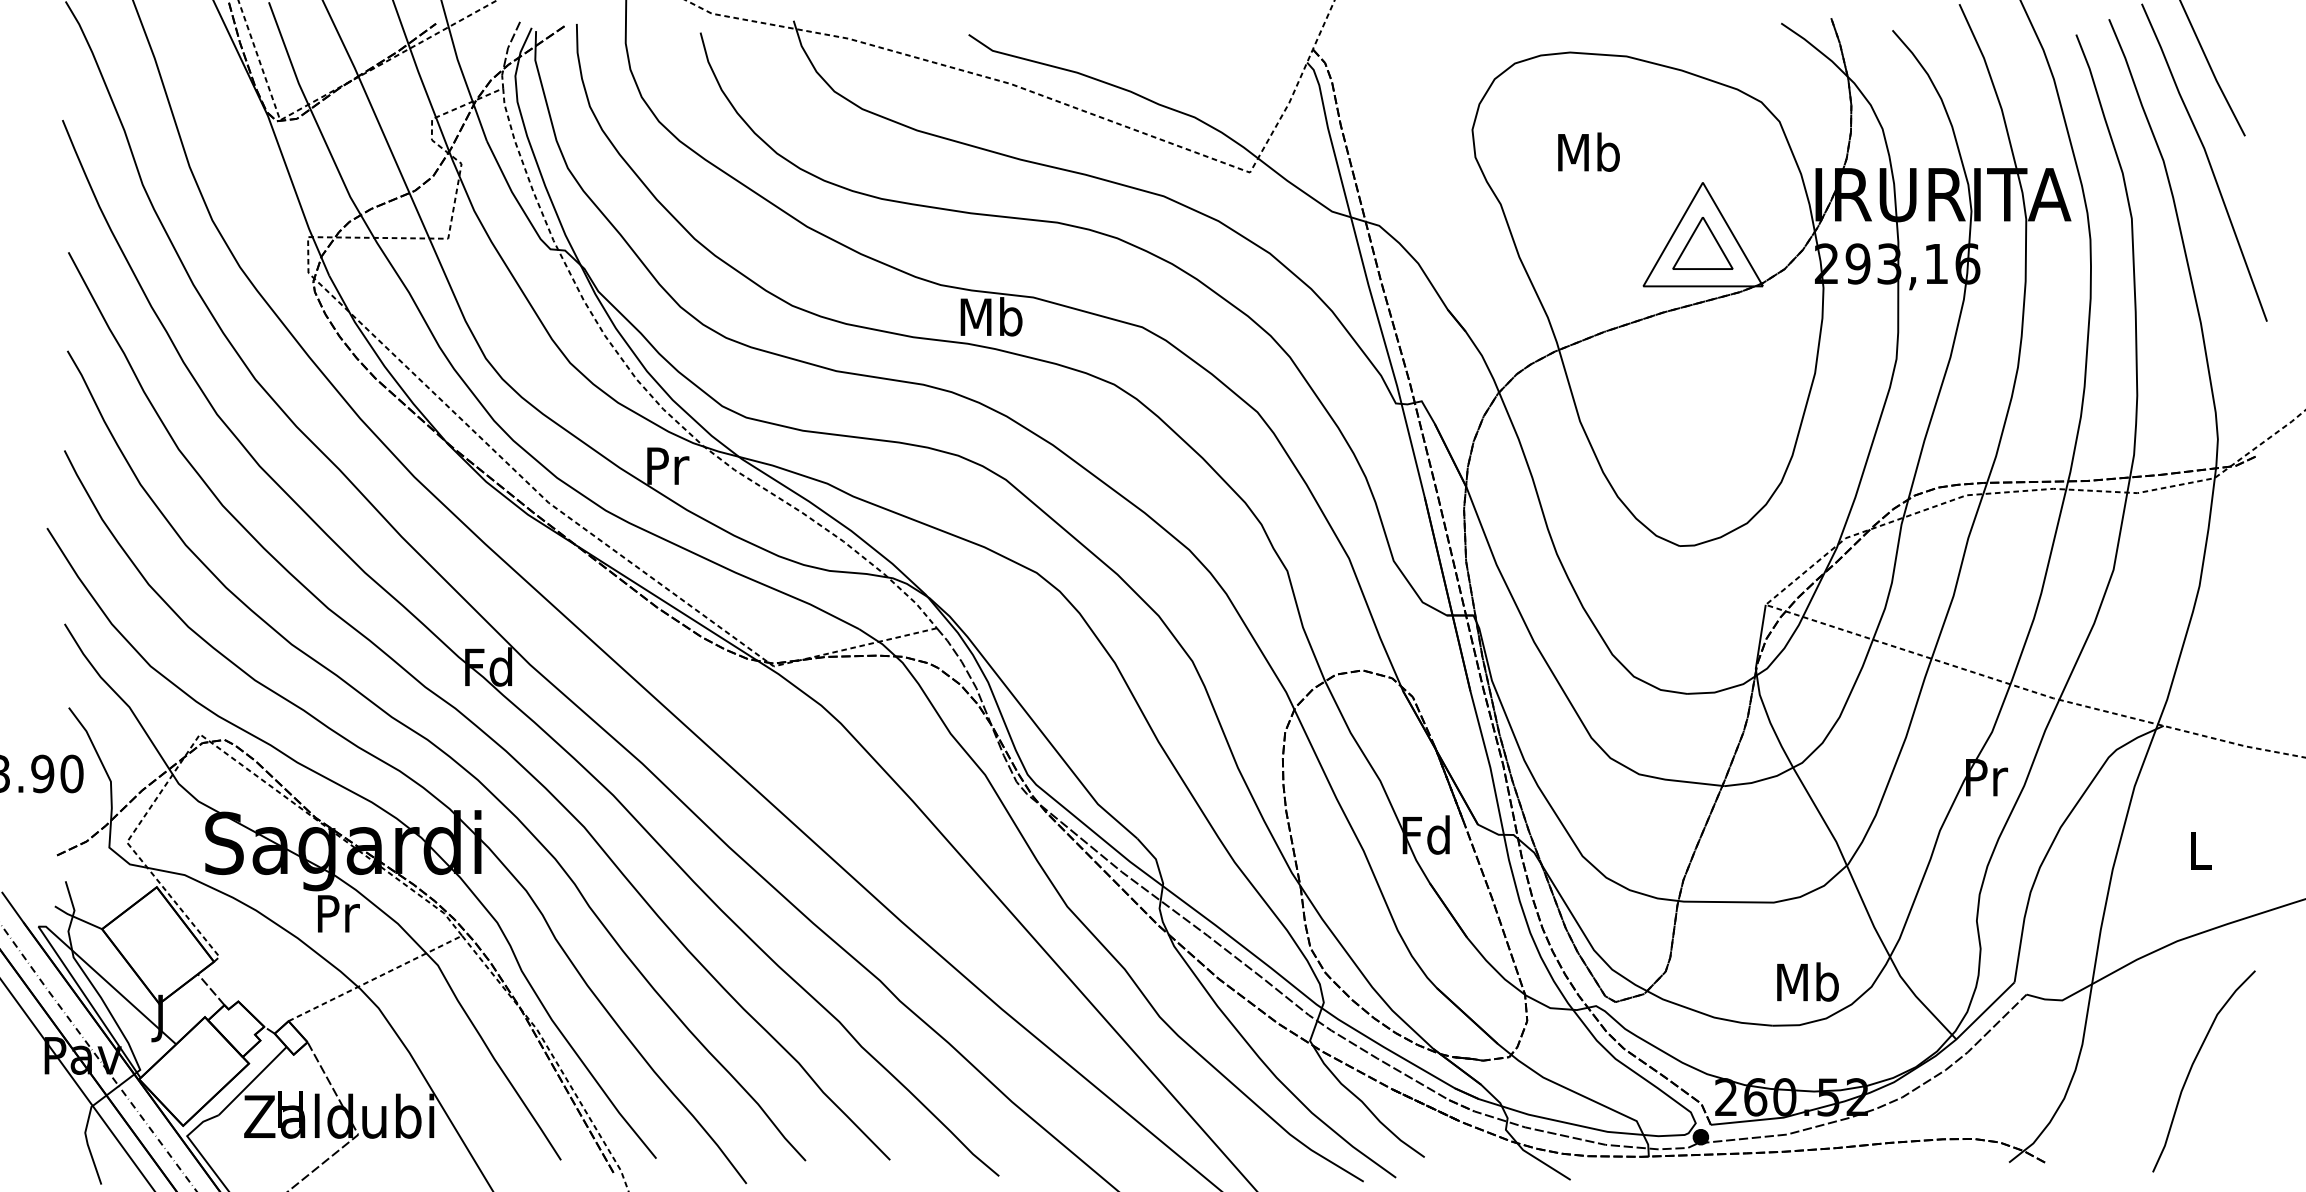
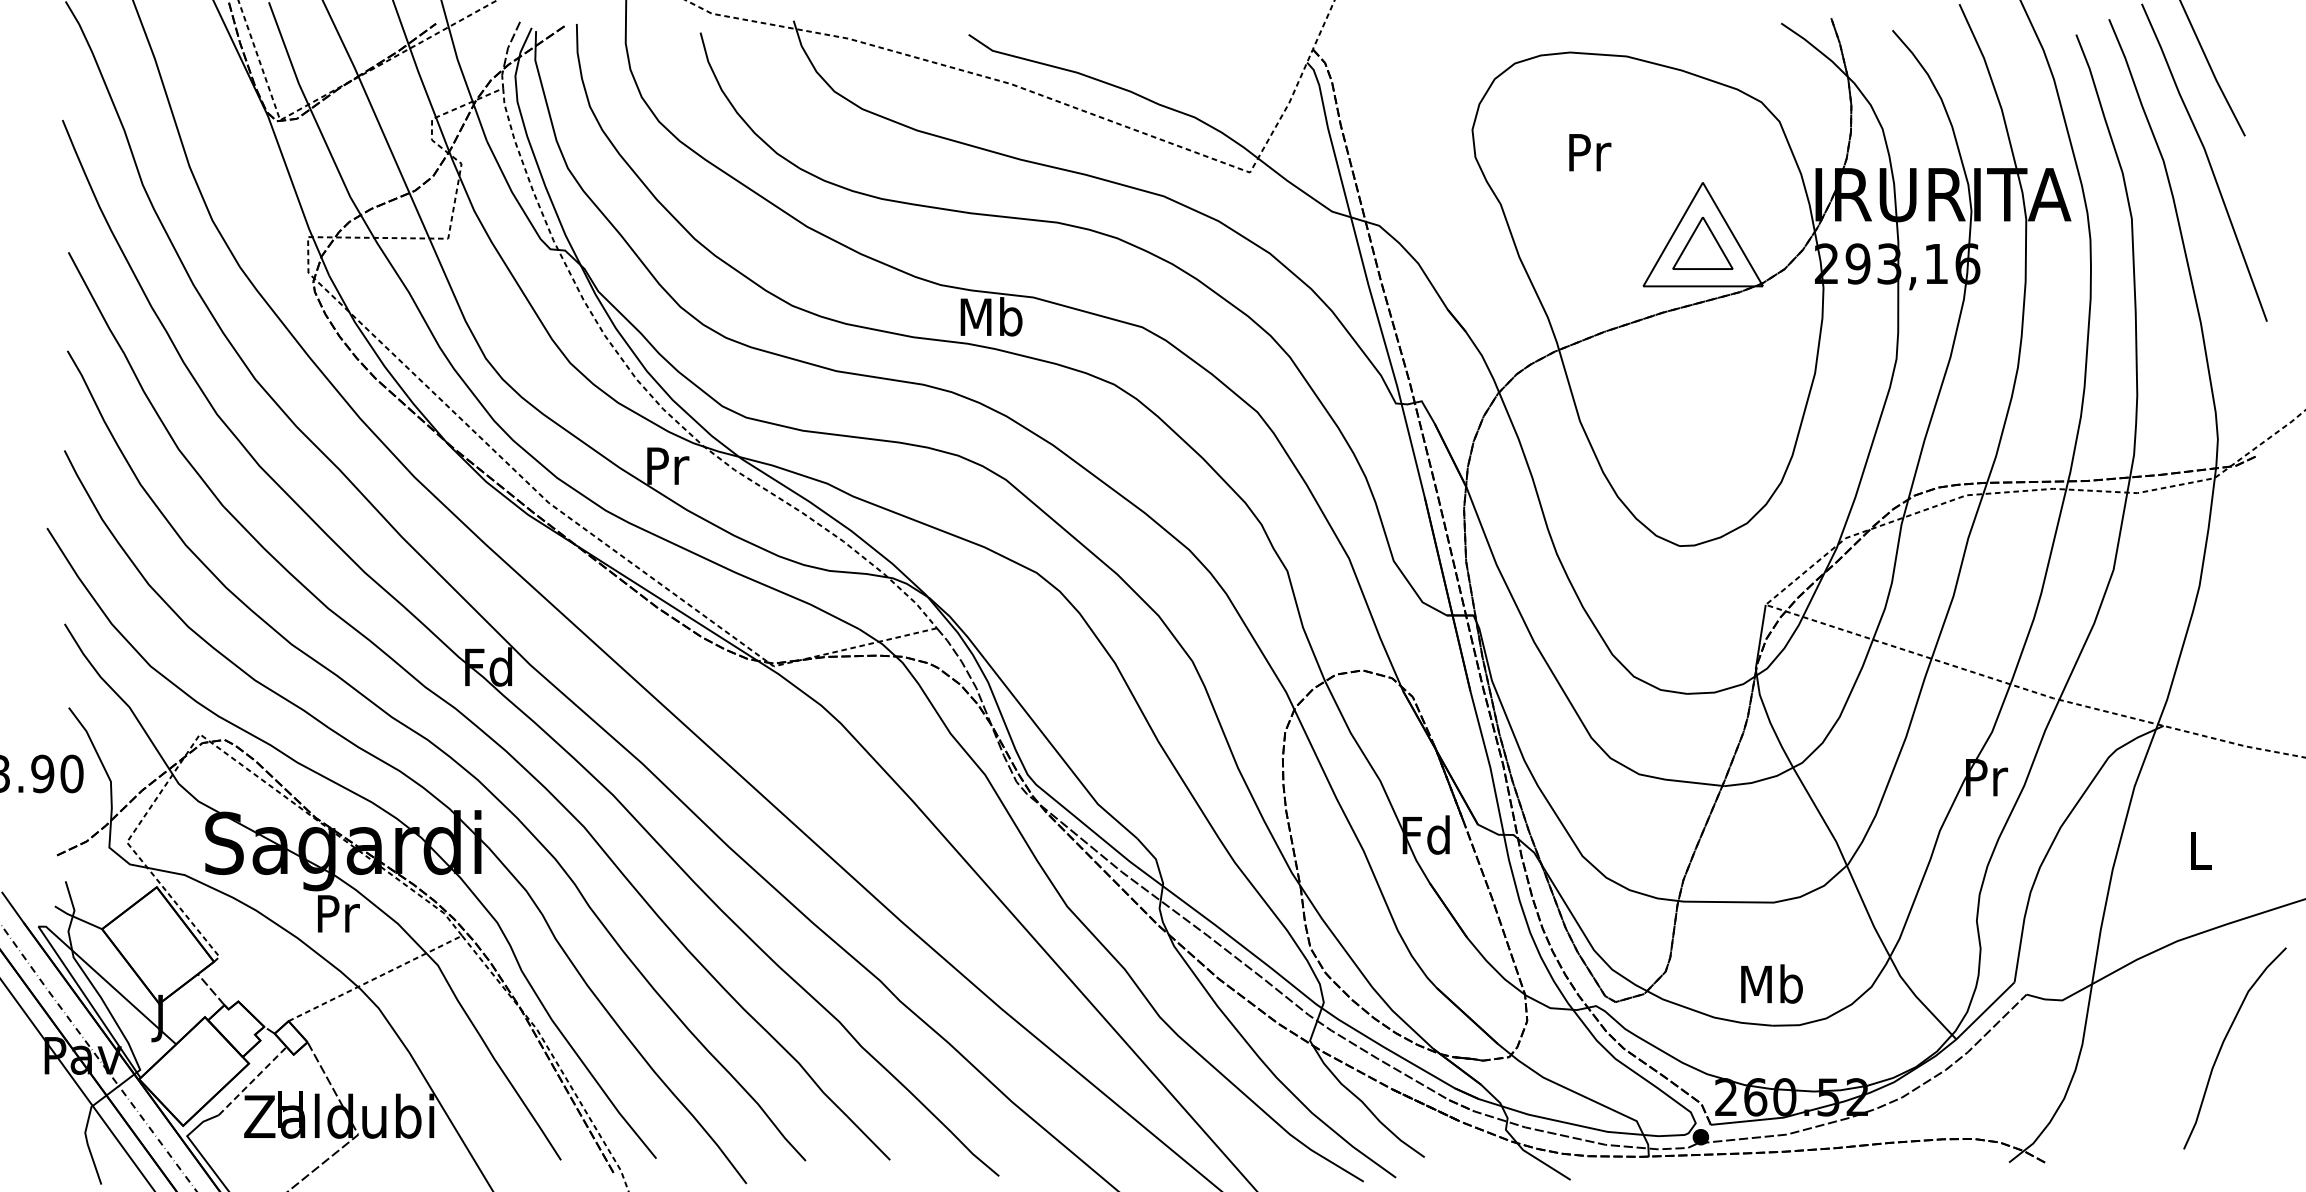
text at (1588, 151): Mb -> Pr
text at (1807, 981) position: (1807, 981) -> (1771, 983)
curve at (2193, 1065) position: (2193, 1065) -> (2224, 1042)
line at (253, 1080): solid -> dashed
